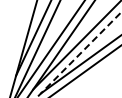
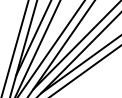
line at (15, 48): none -> present
line at (79, 54): dashed -> solid
